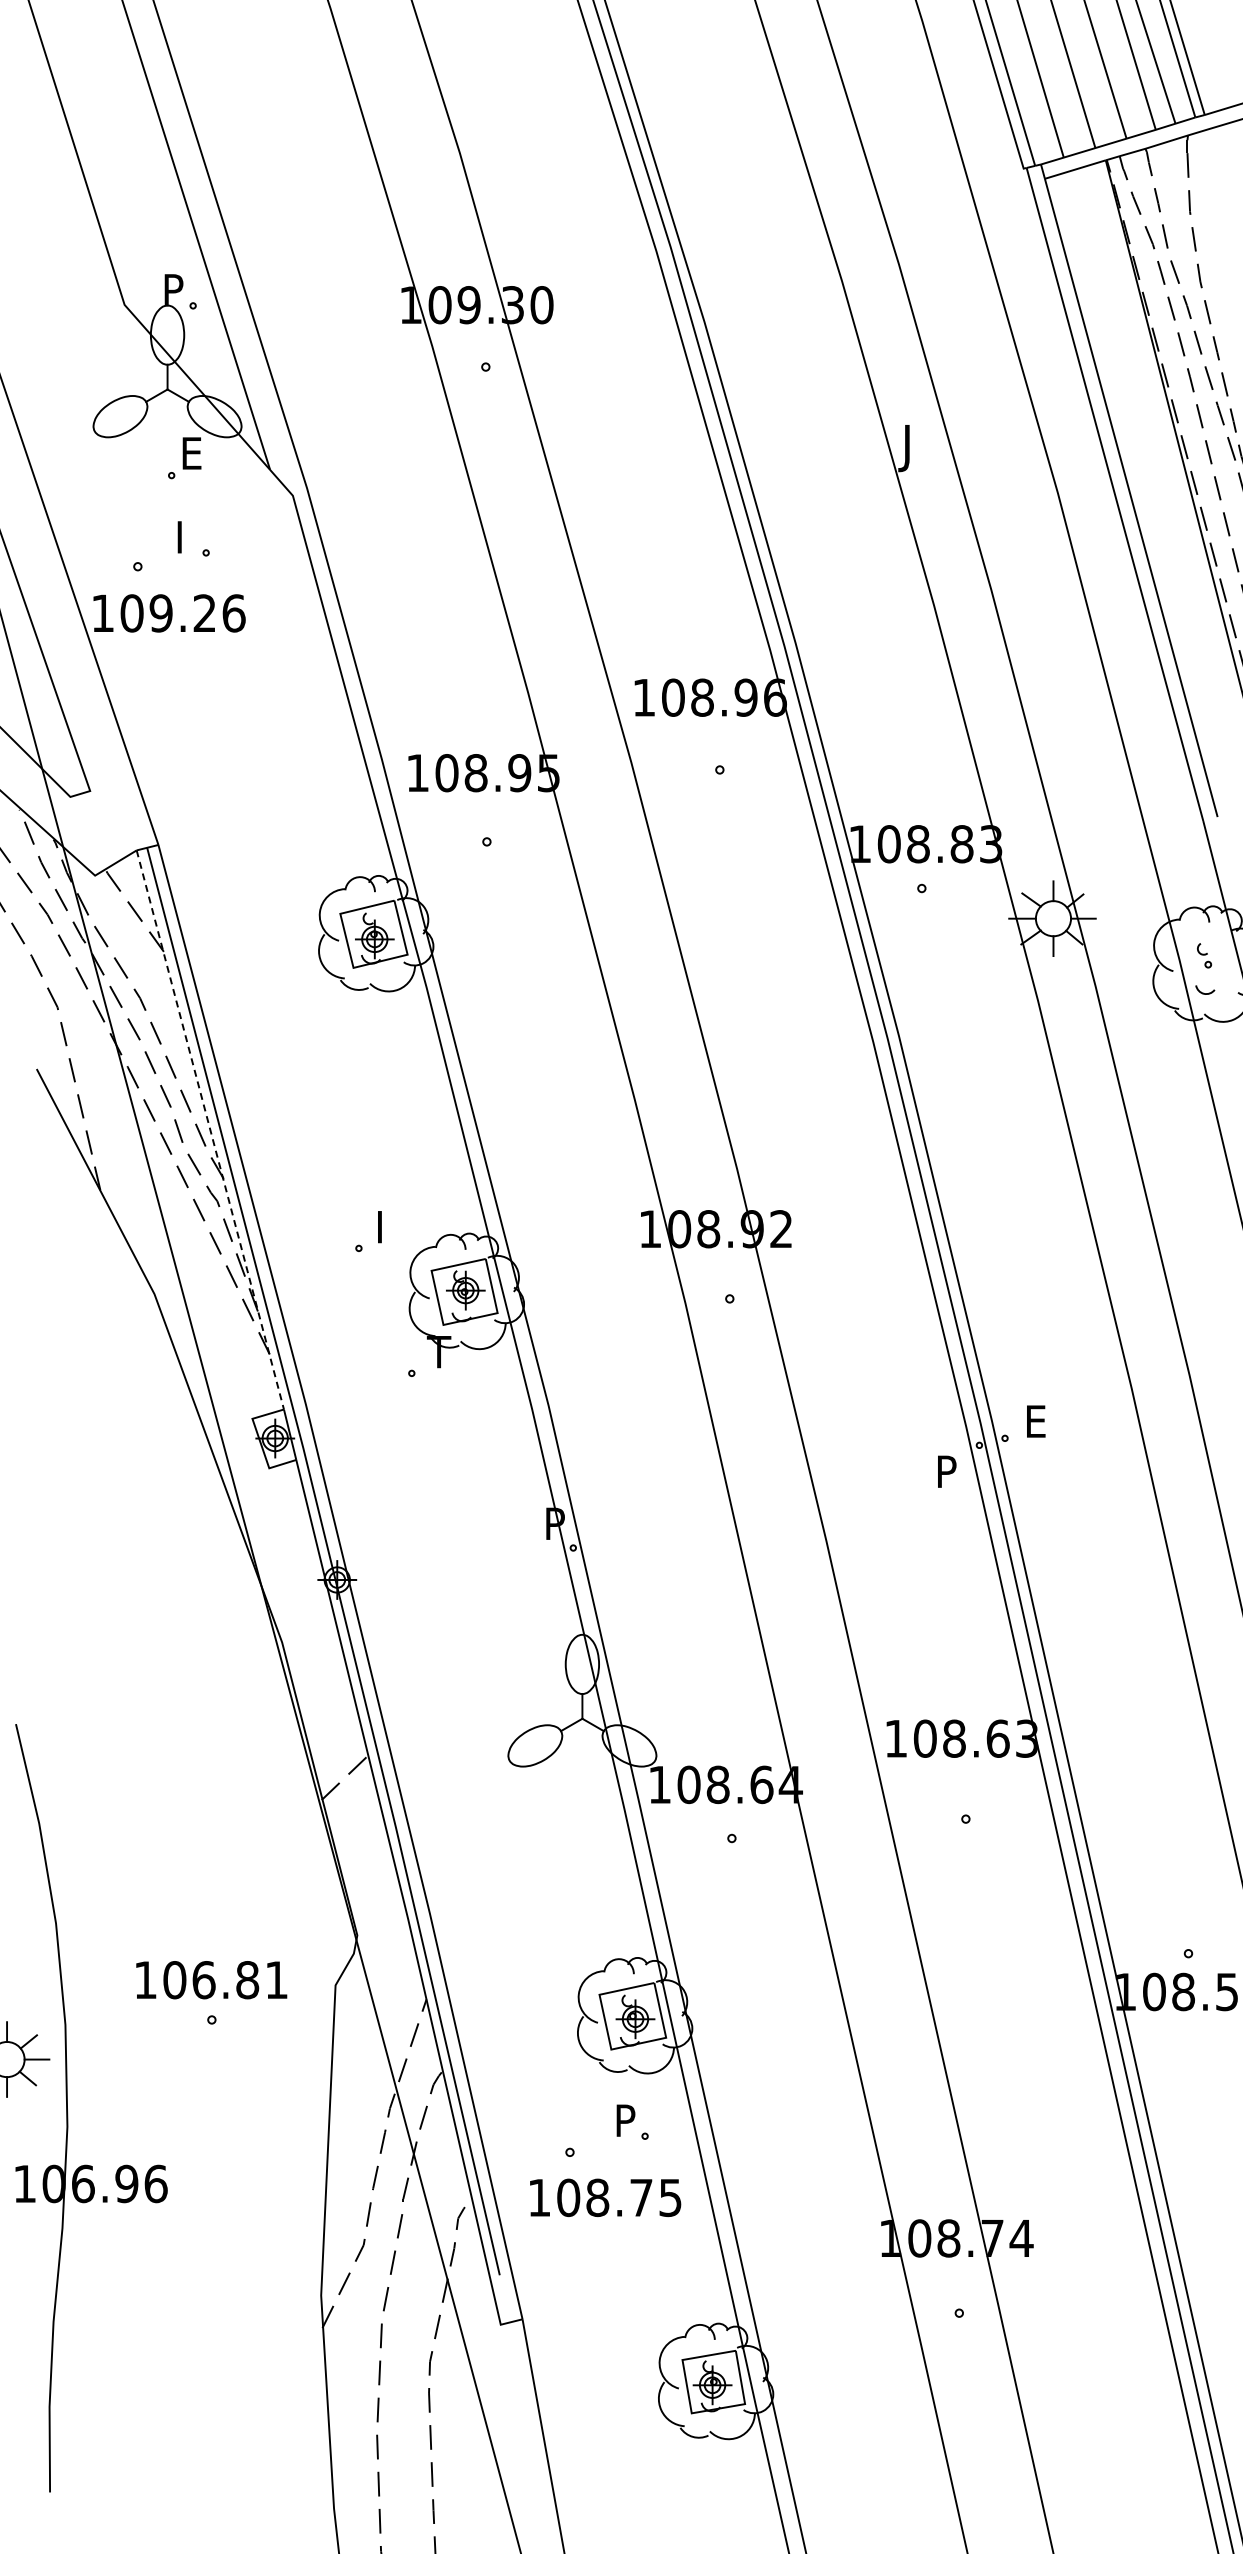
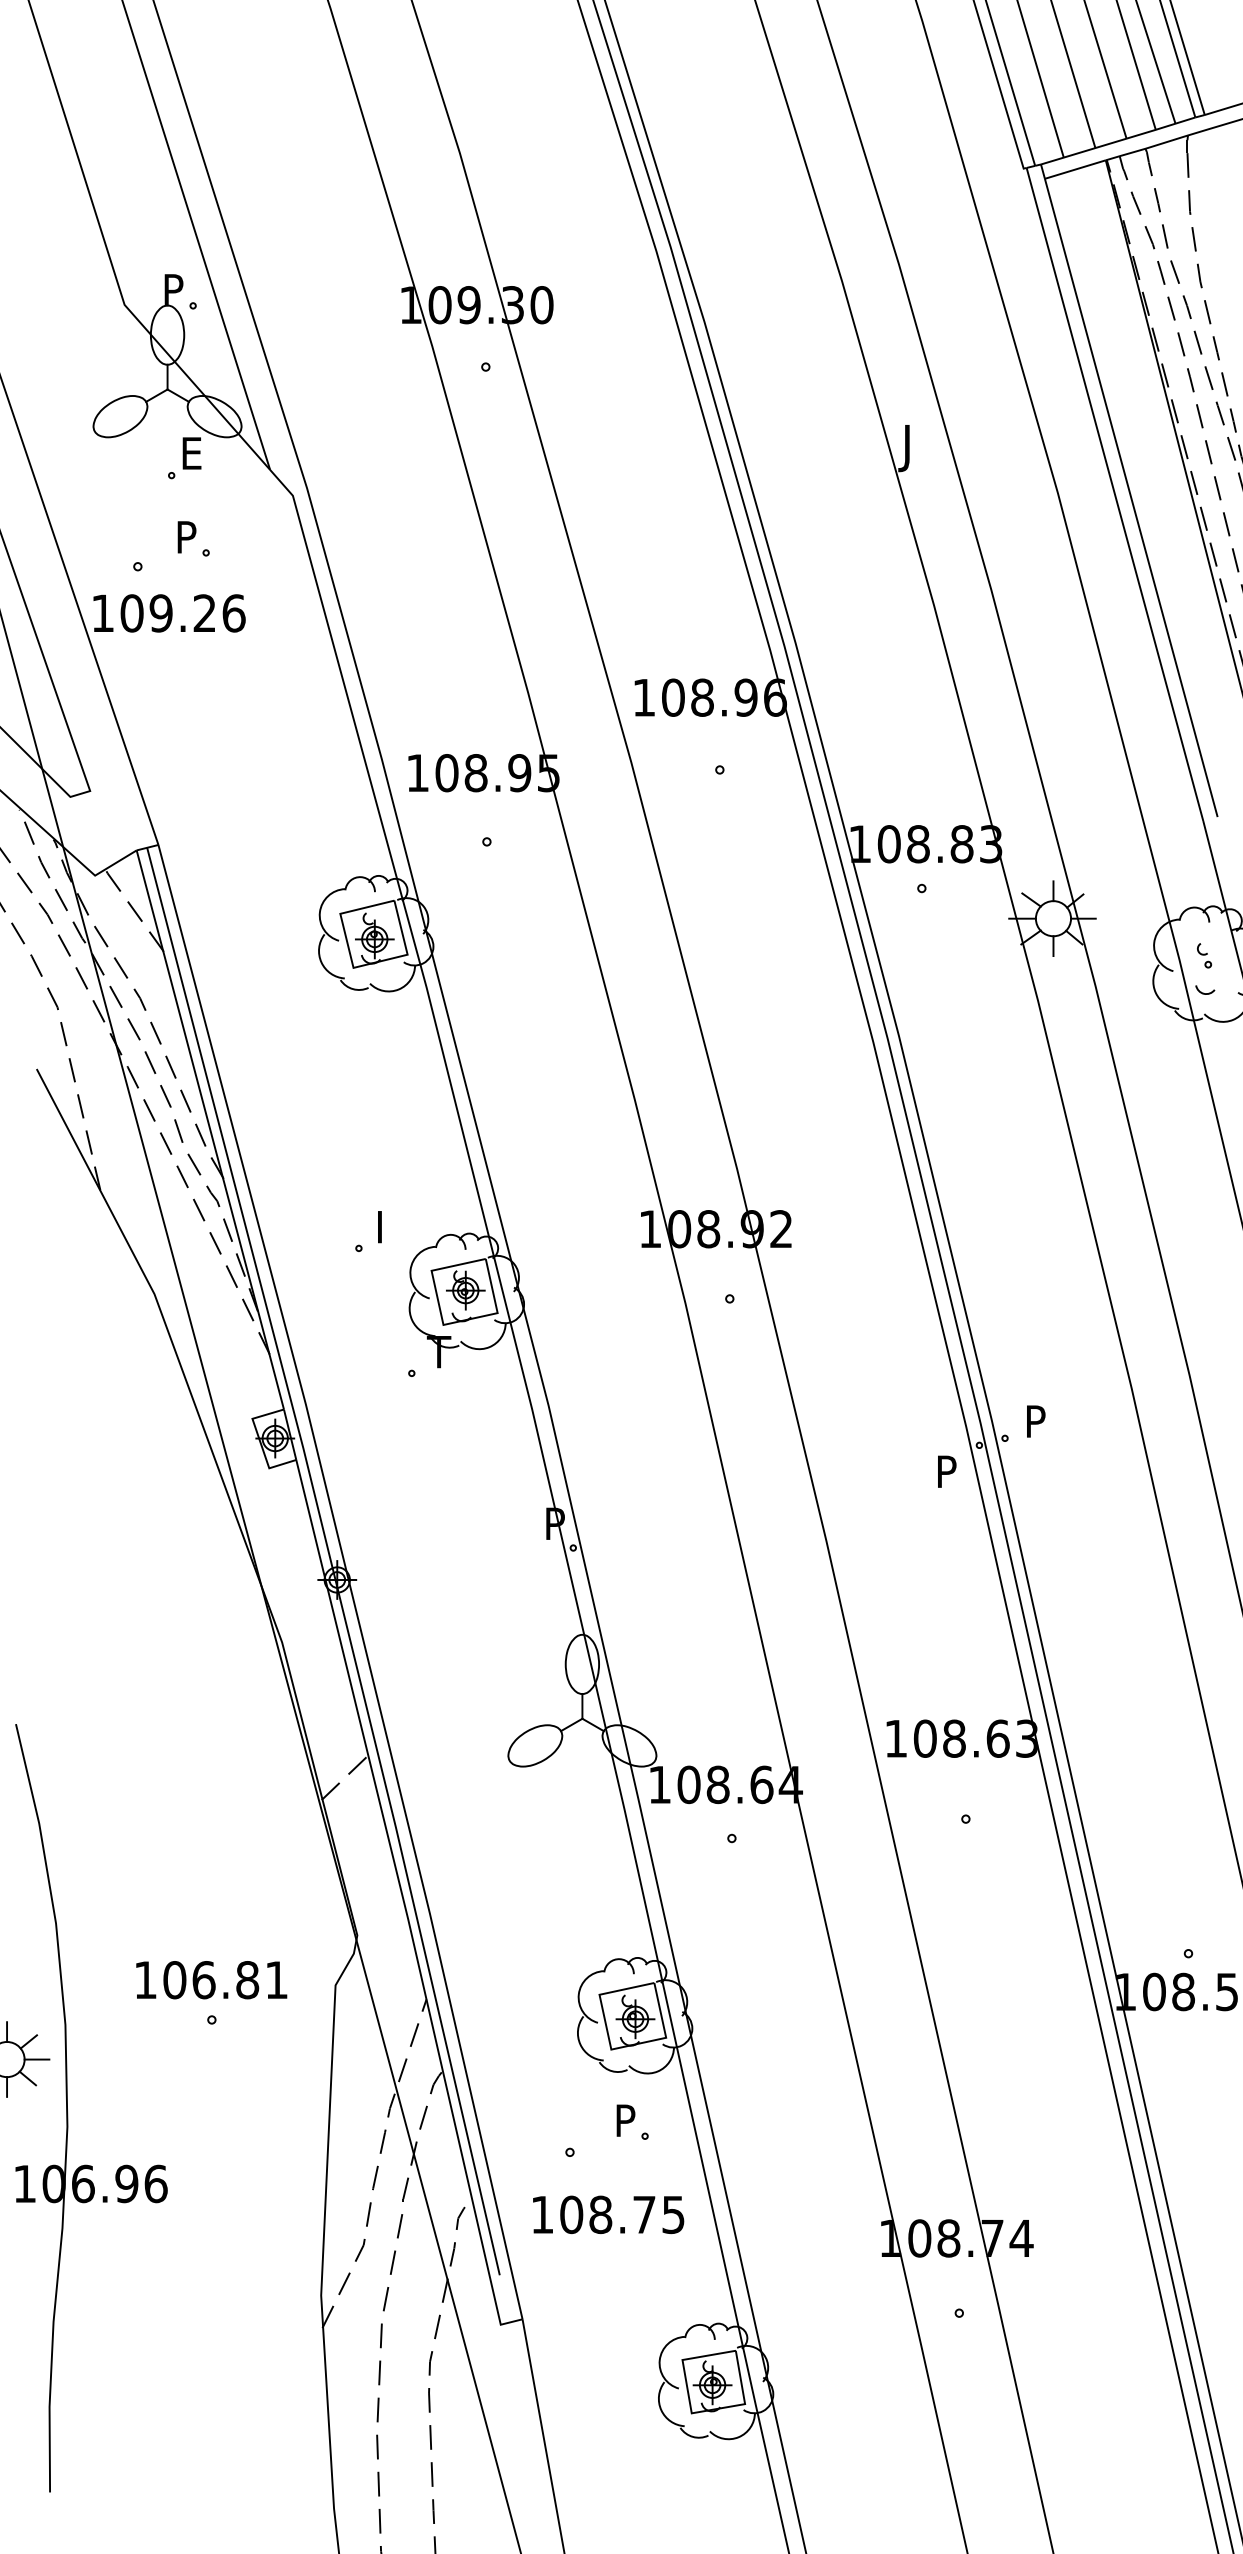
text at (188, 530): I -> P
line at (210, 1130): dashed -> solid
text at (1037, 1421): E -> P
text at (605, 2197) position: (605, 2197) -> (608, 2214)
